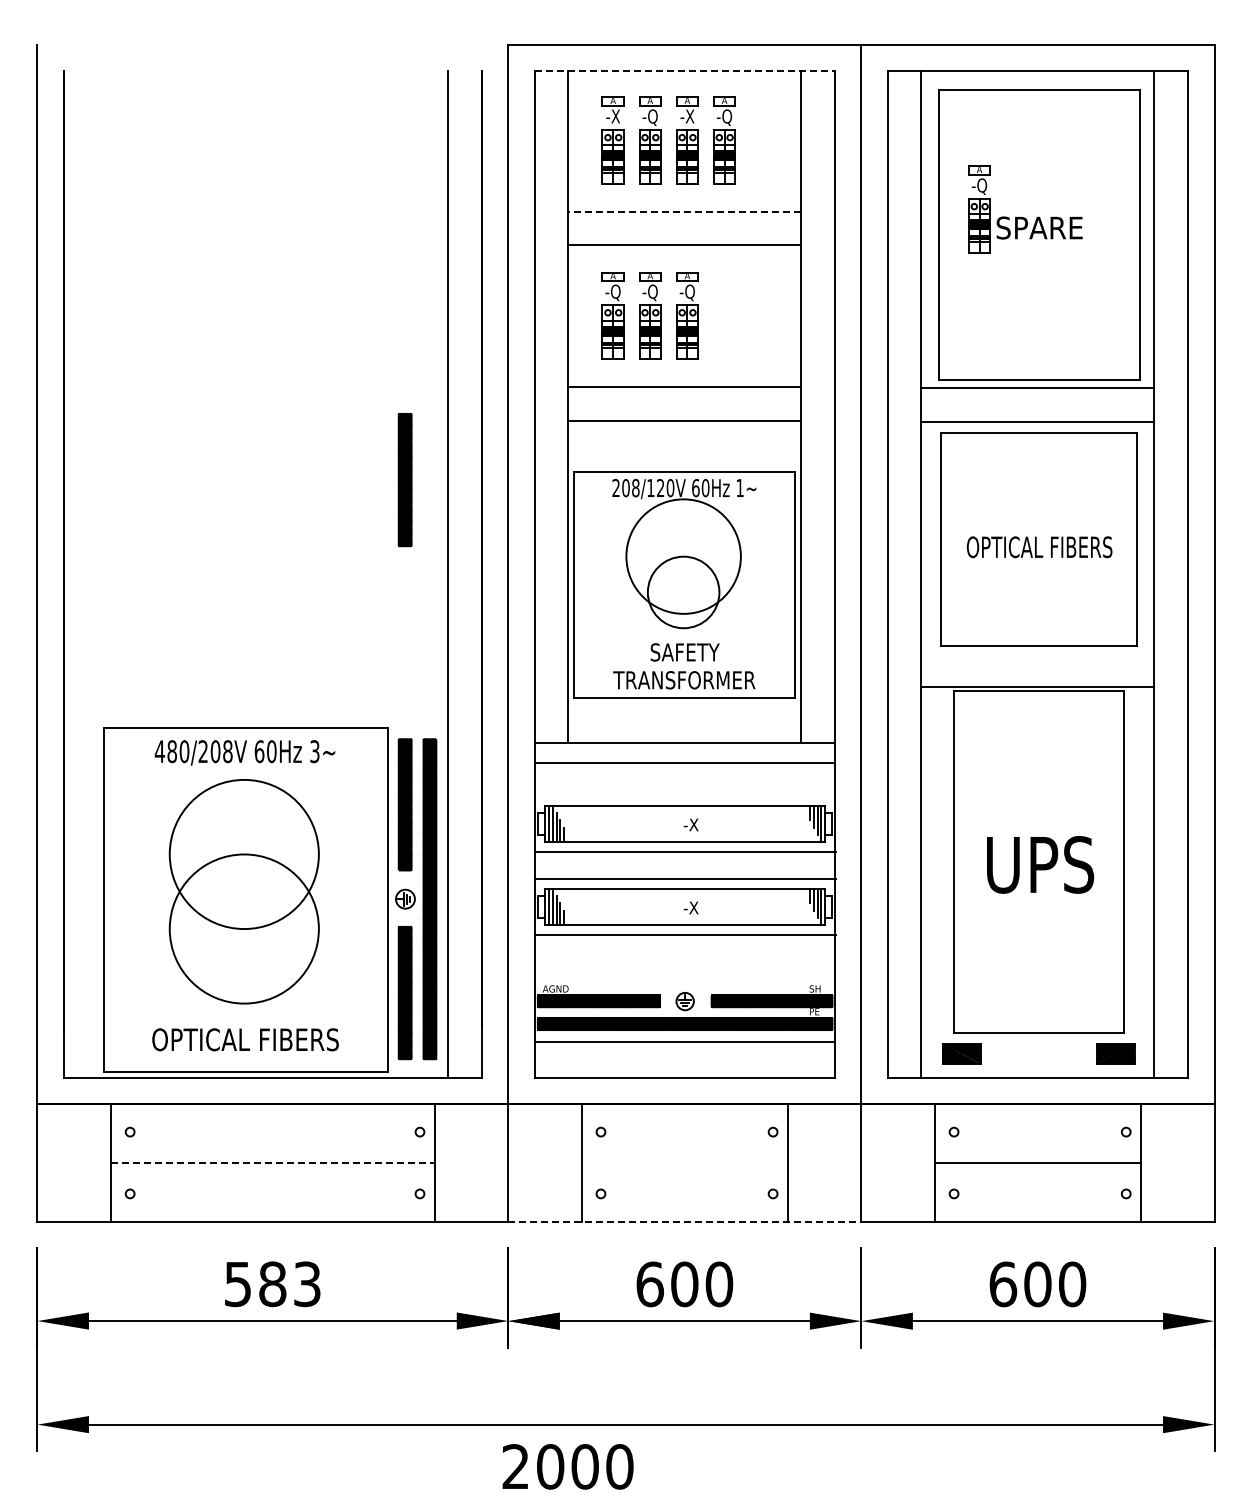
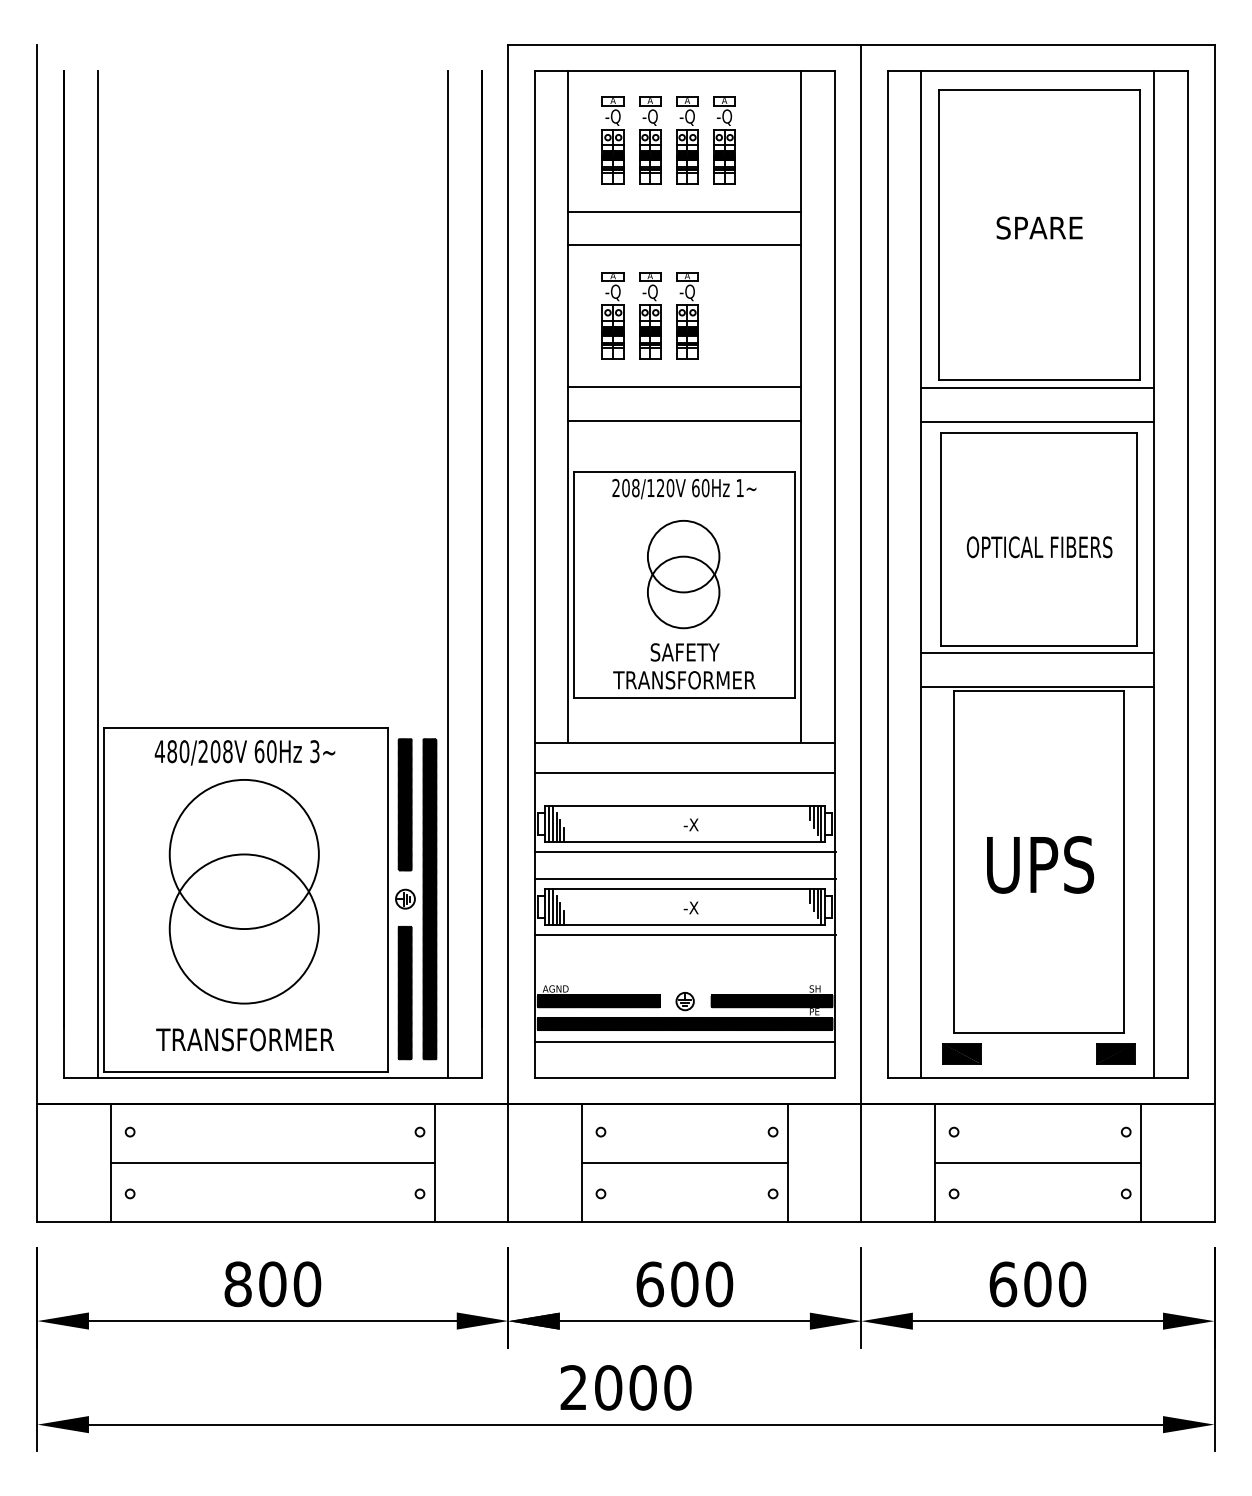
line at (685, 71): dashed -> solid
text at (612, 117): -X -> -Q
text at (686, 117): -X -> -Q
part at (979, 209): present -> none
line at (684, 211): dashed -> solid
part at (404, 480): present -> none
circle at (683, 556) diameter: 115 px -> 72 px
line at (97, 574): none -> present
line at (1037, 653): none -> present
line at (684, 762) position: (684, 762) -> (684, 772)
text at (245, 1039): OPTICAL FIBERS -> TRANSFORMER
line at (272, 1163): dashed -> solid
line at (684, 1163): none -> present
line at (684, 1221): dashed -> solid
text at (272, 1284): 583 -> 800
text at (567, 1466) position: (567, 1466) -> (625, 1387)
